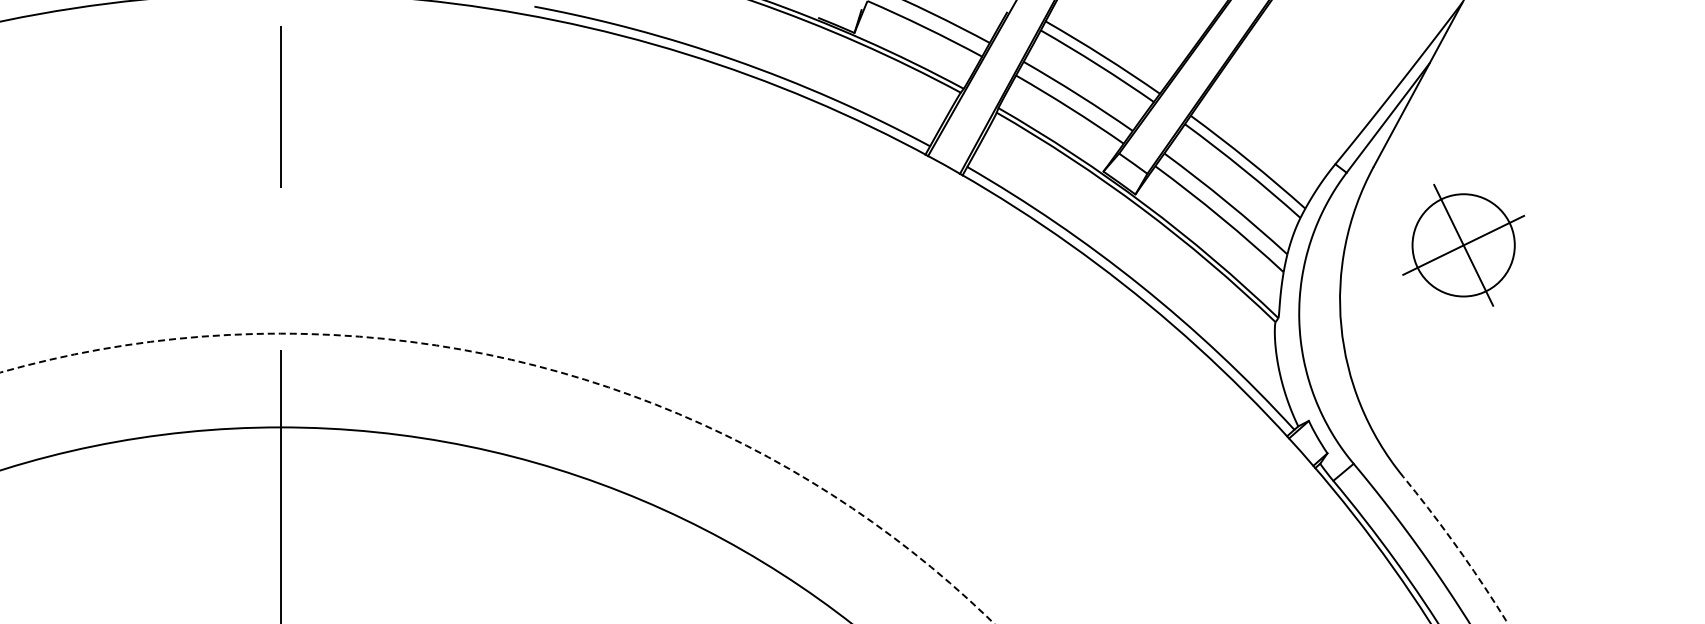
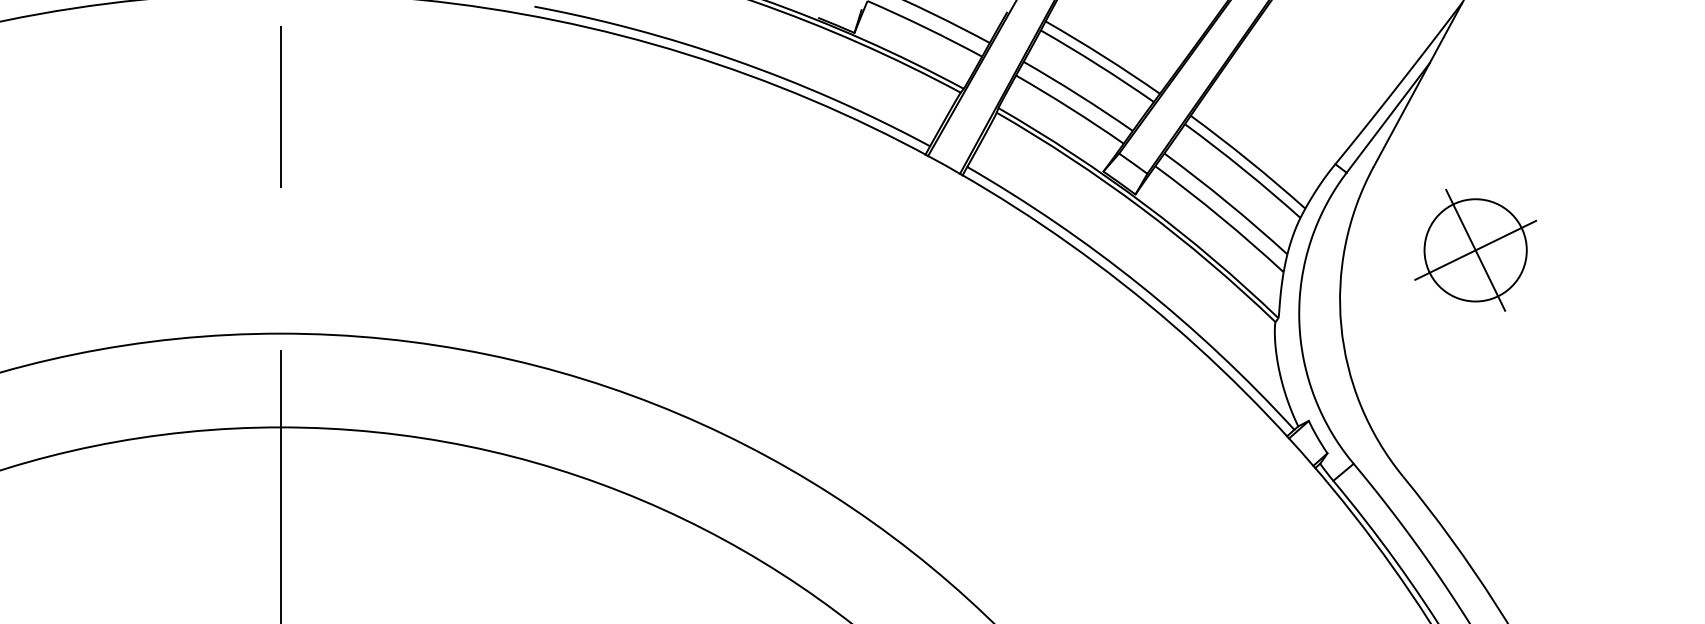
part at (1463, 244) position: (1463, 244) -> (1475, 249)
circle at (497, 478): dashed -> solid
arc at (1457, 548): dashed -> solid
